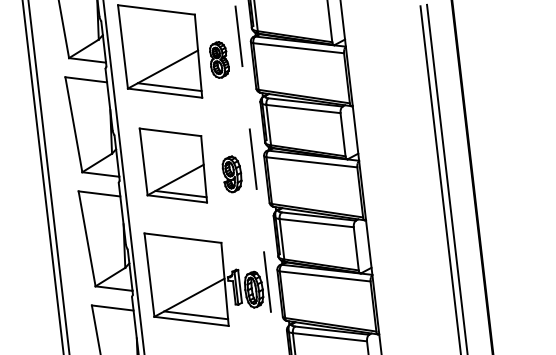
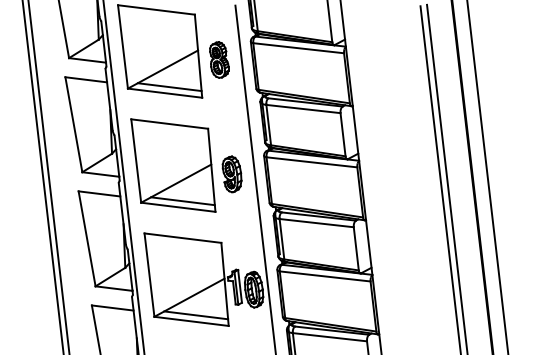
part at (172, 165) size: 70x77 px -> 87x95 px
line at (487, 176): none -> present
line at (255, 180): dashed -> solid
